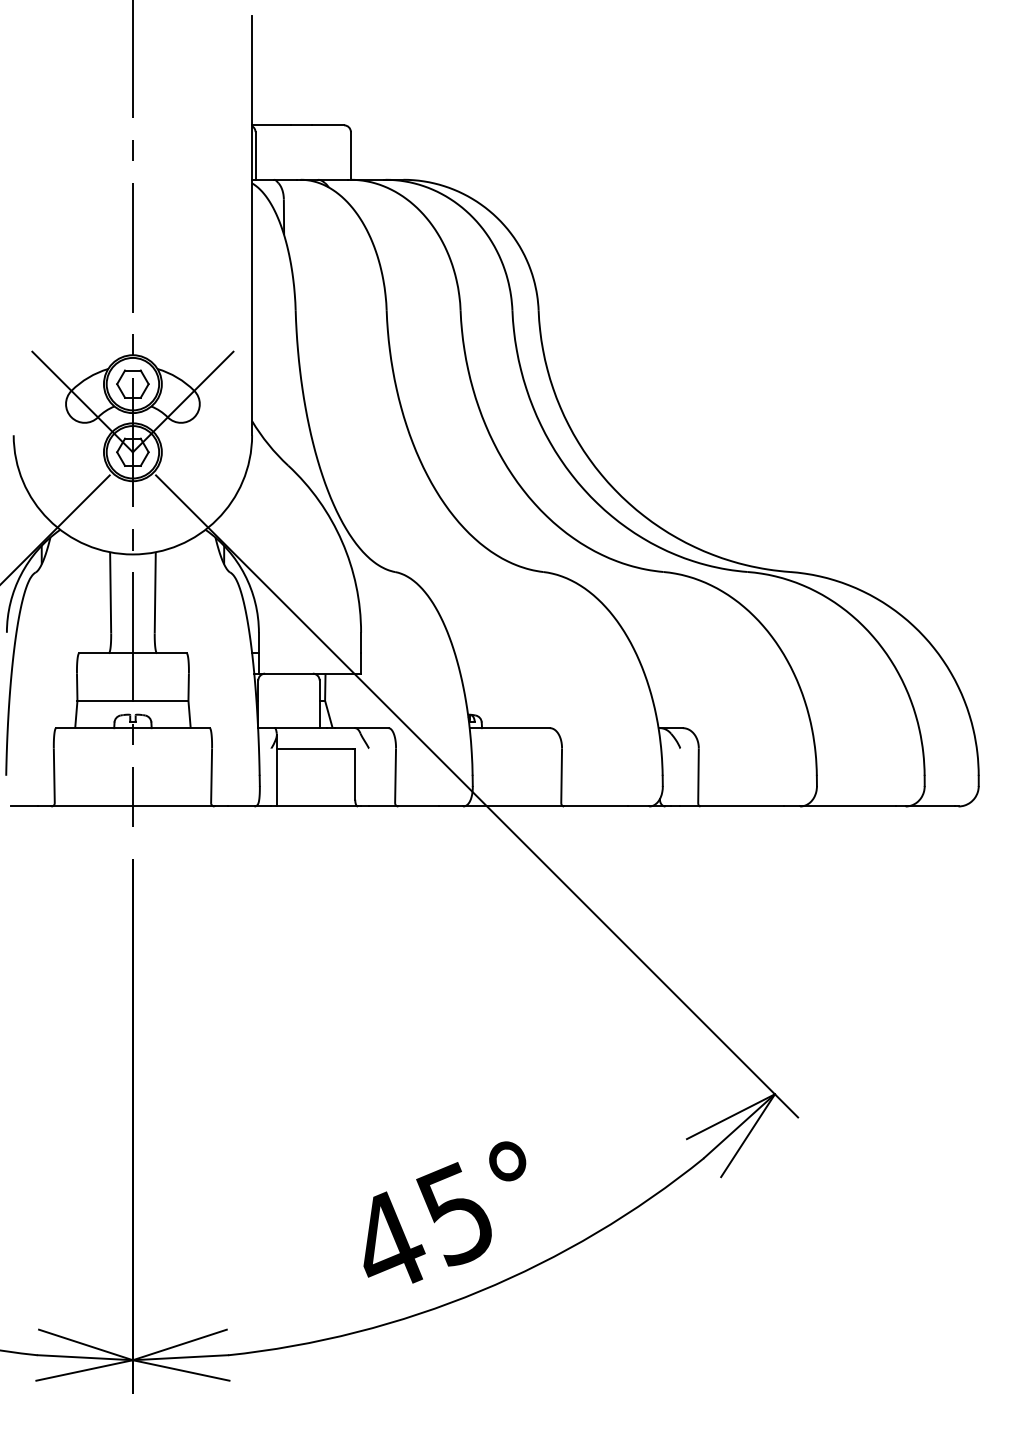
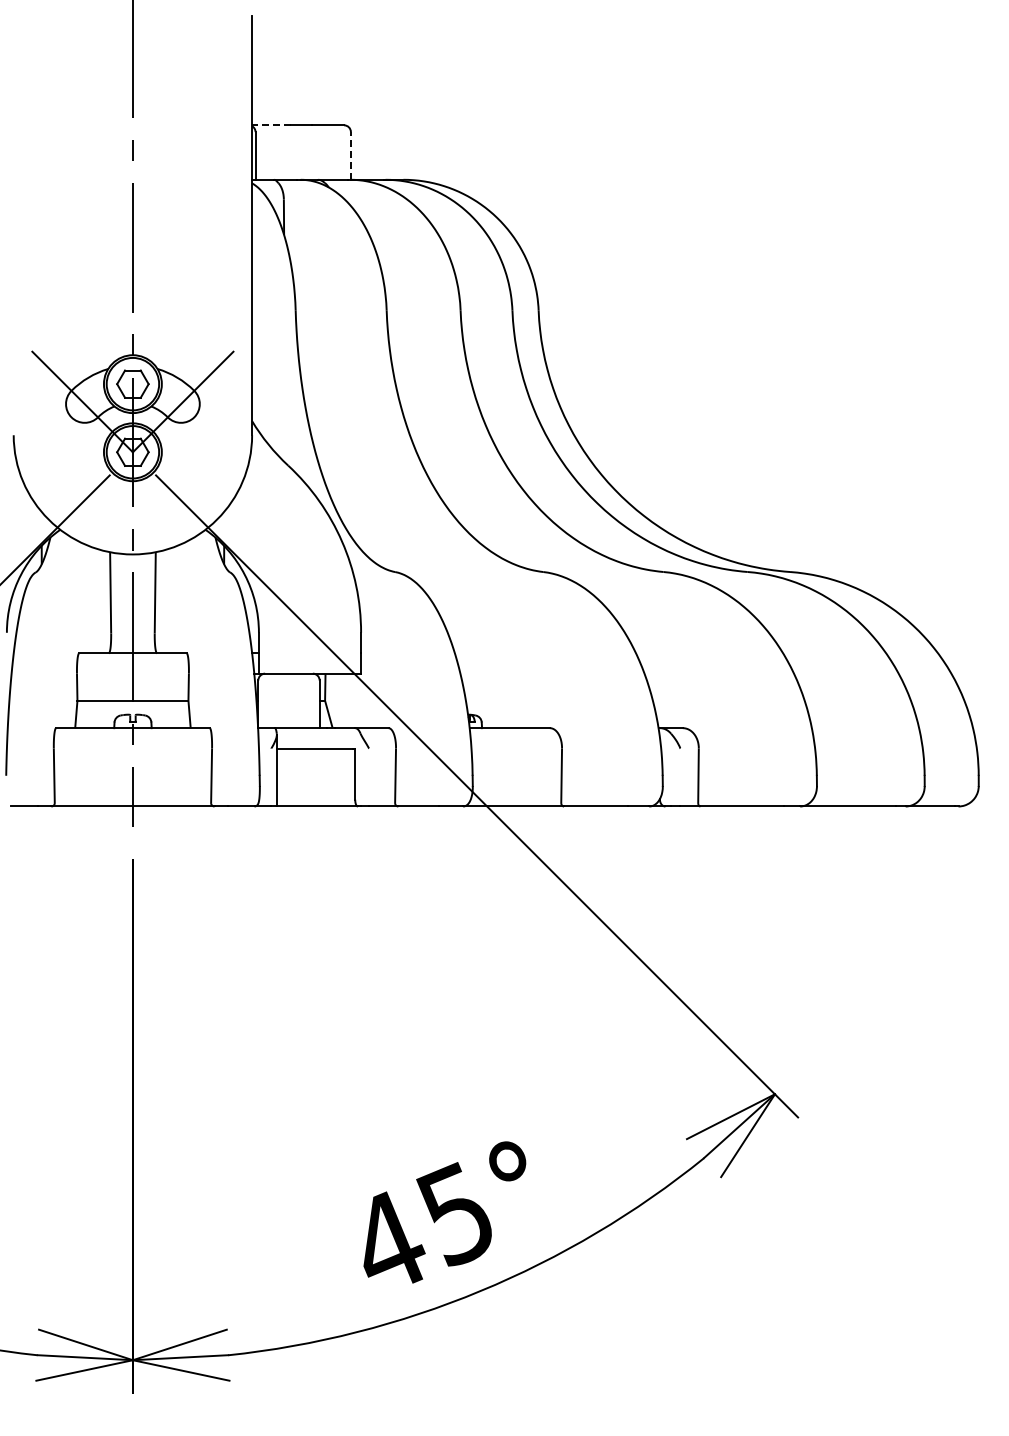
line at (271, 125): solid -> dashed
line at (350, 155): solid -> dashed
